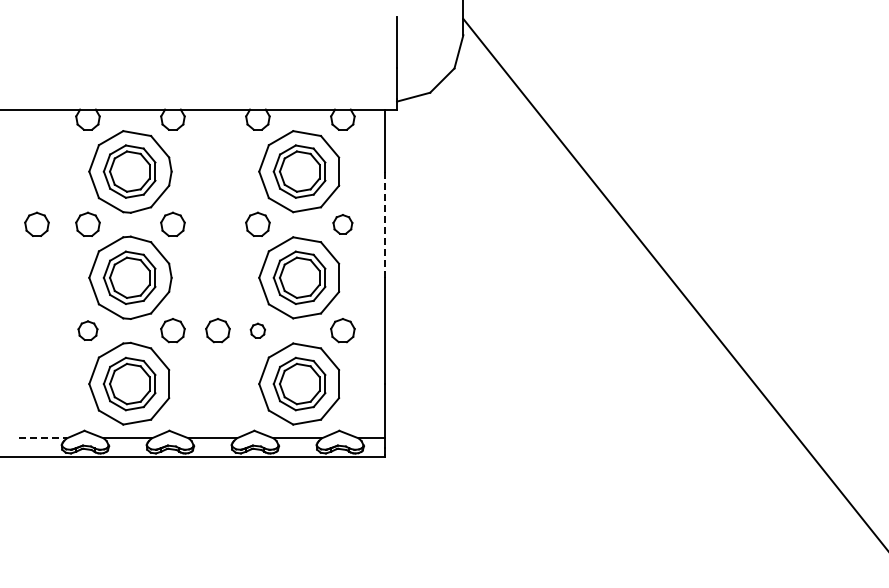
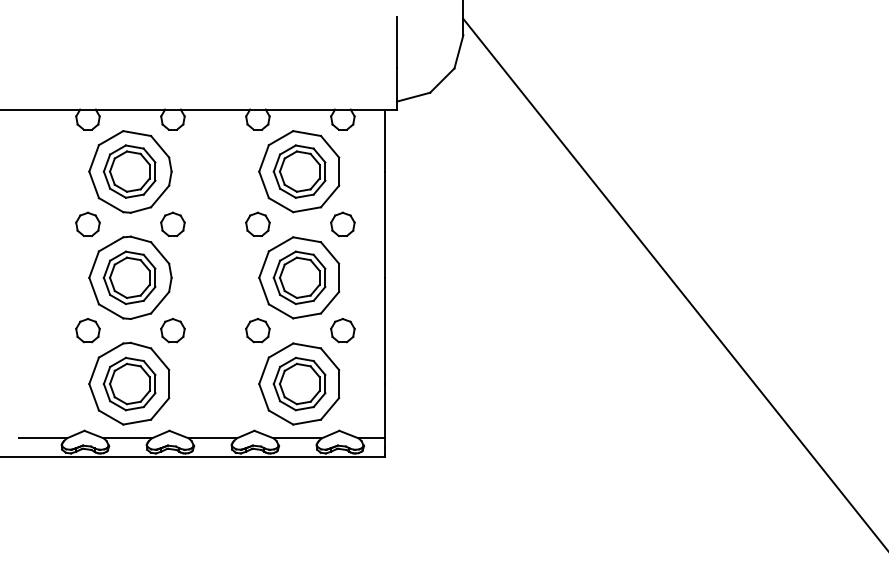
part at (36, 223): present -> none
part at (342, 224) size: 22x21 px -> 26x26 px
line at (385, 224): dashed -> solid
part at (87, 330) size: 22x21 px -> 26x26 px
part at (217, 330): present -> none
part at (257, 330) size: 17x17 px -> 26x26 px
line at (42, 438): dashed -> solid
